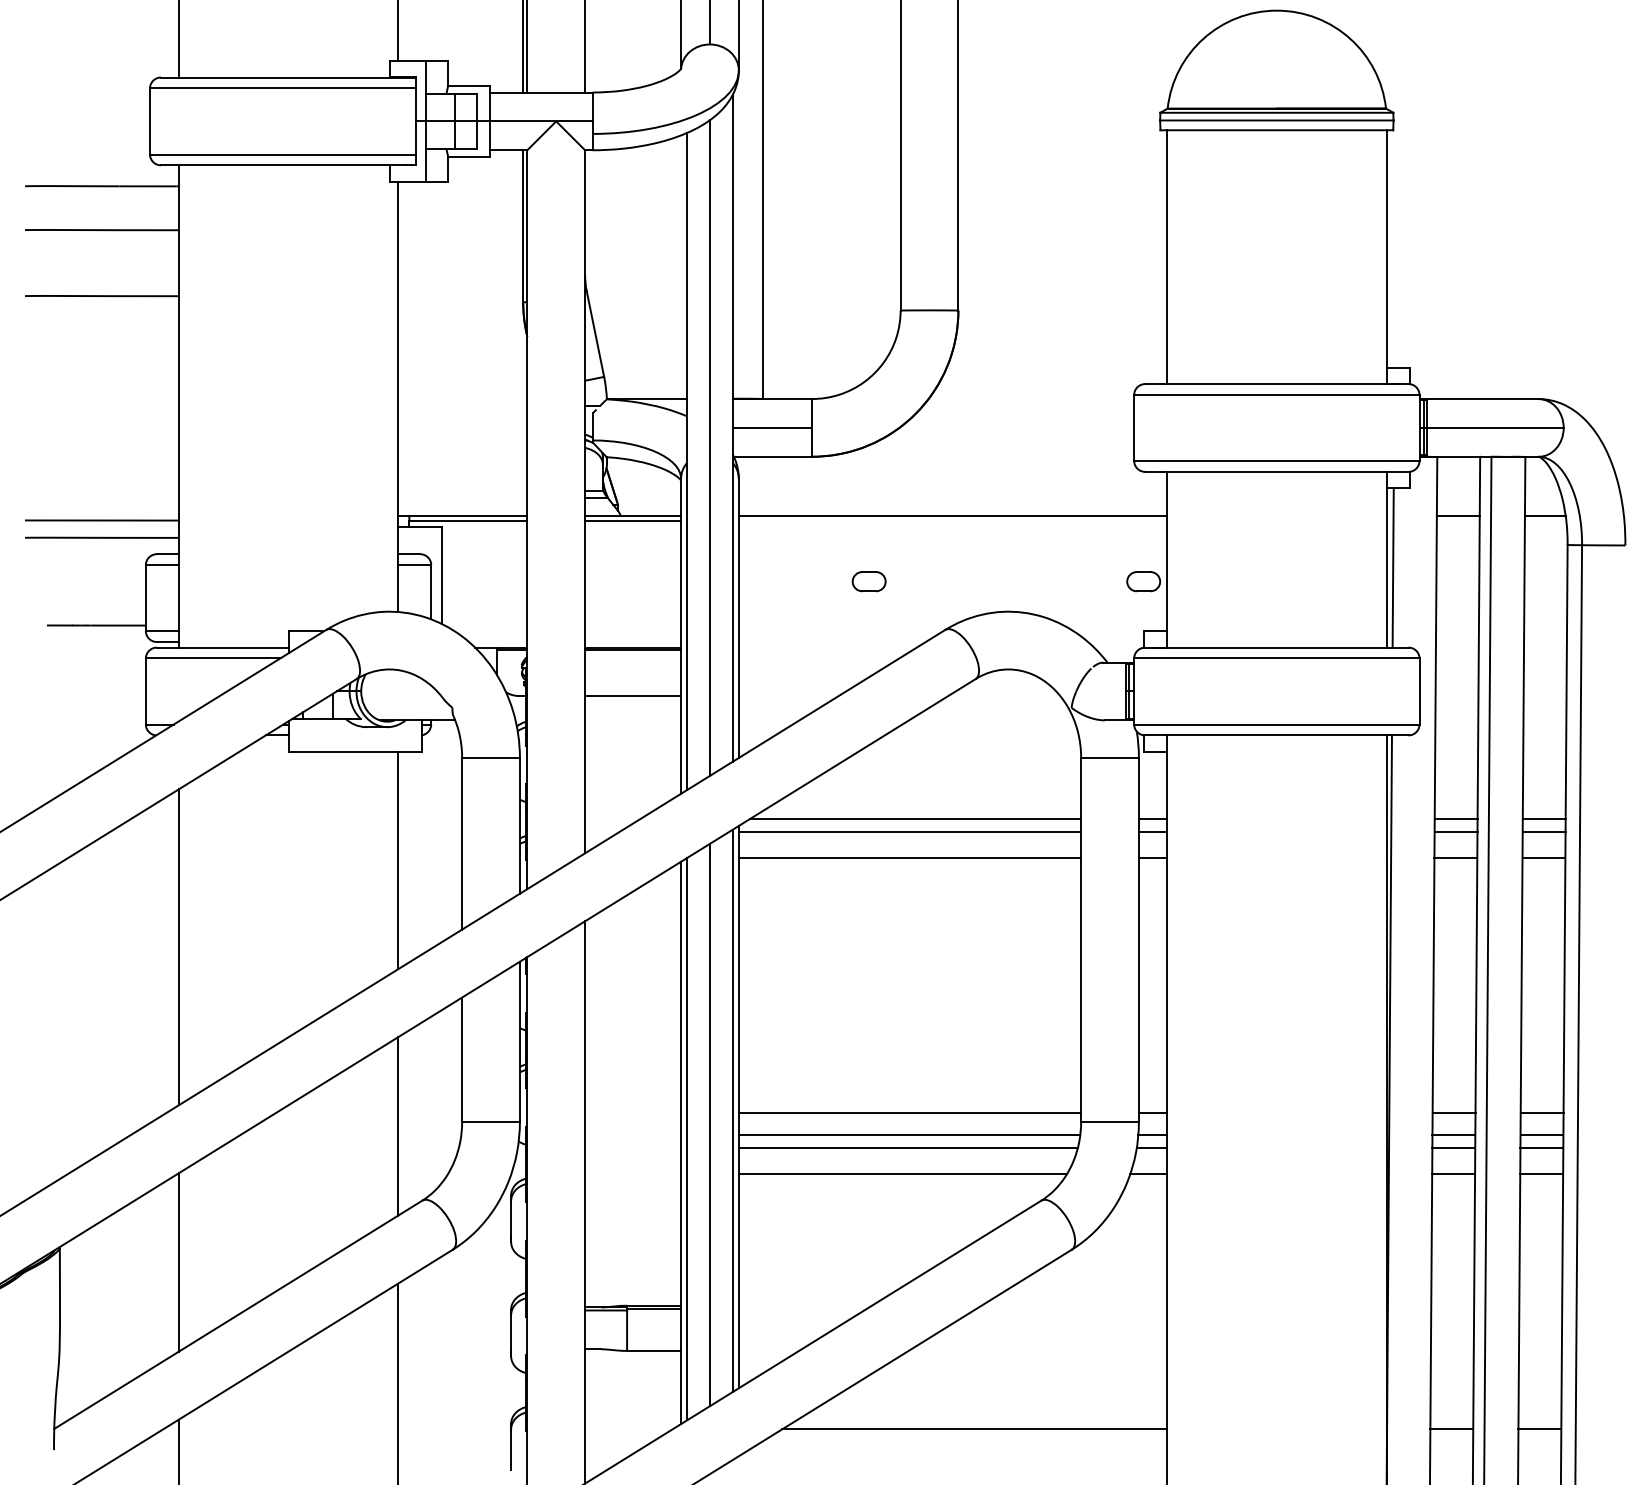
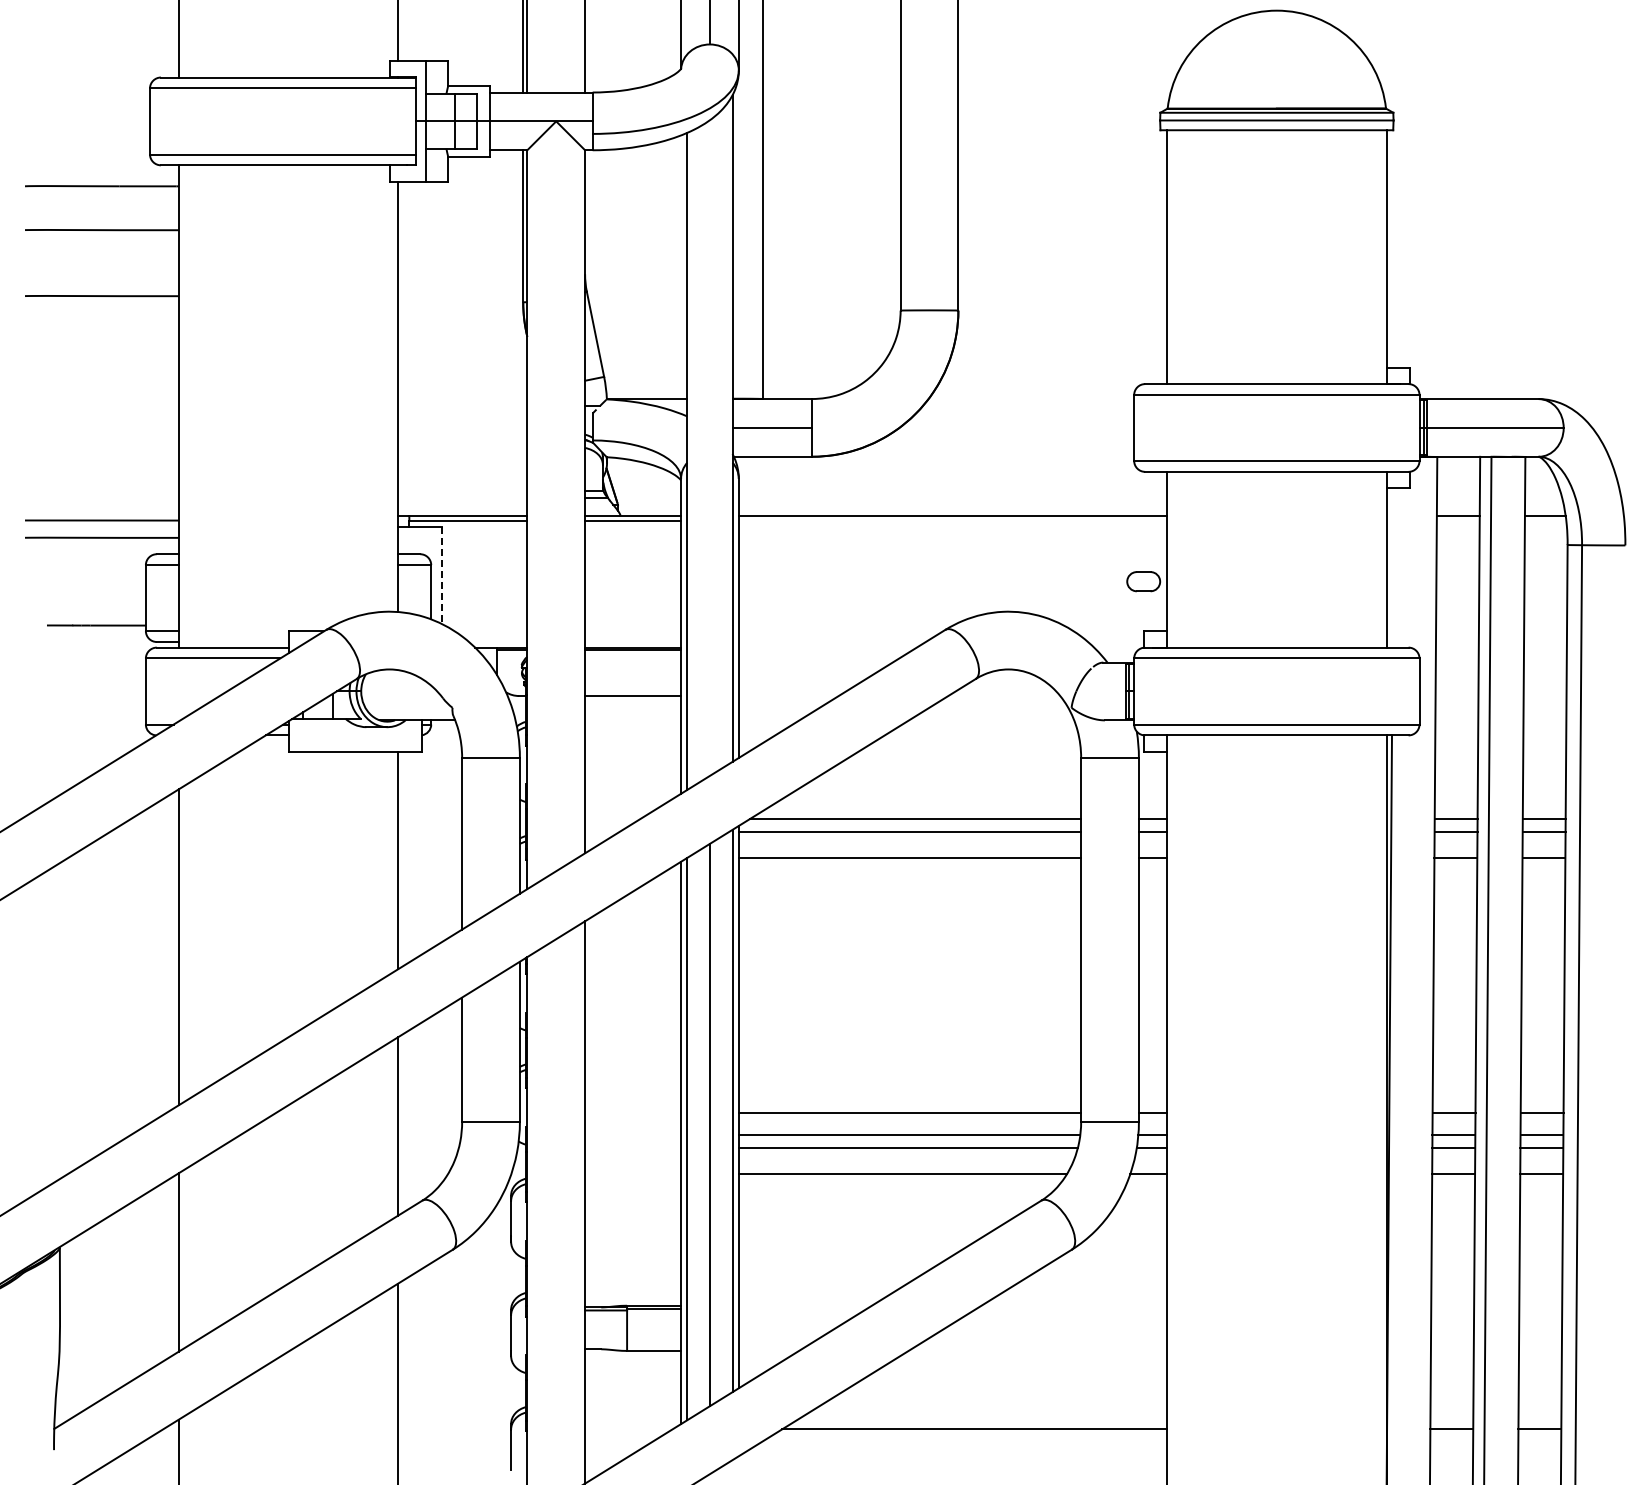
line at (709, 447): present -> none
line at (1392, 567): present -> none
line at (442, 575): solid -> dashed
part at (868, 581): present -> none
